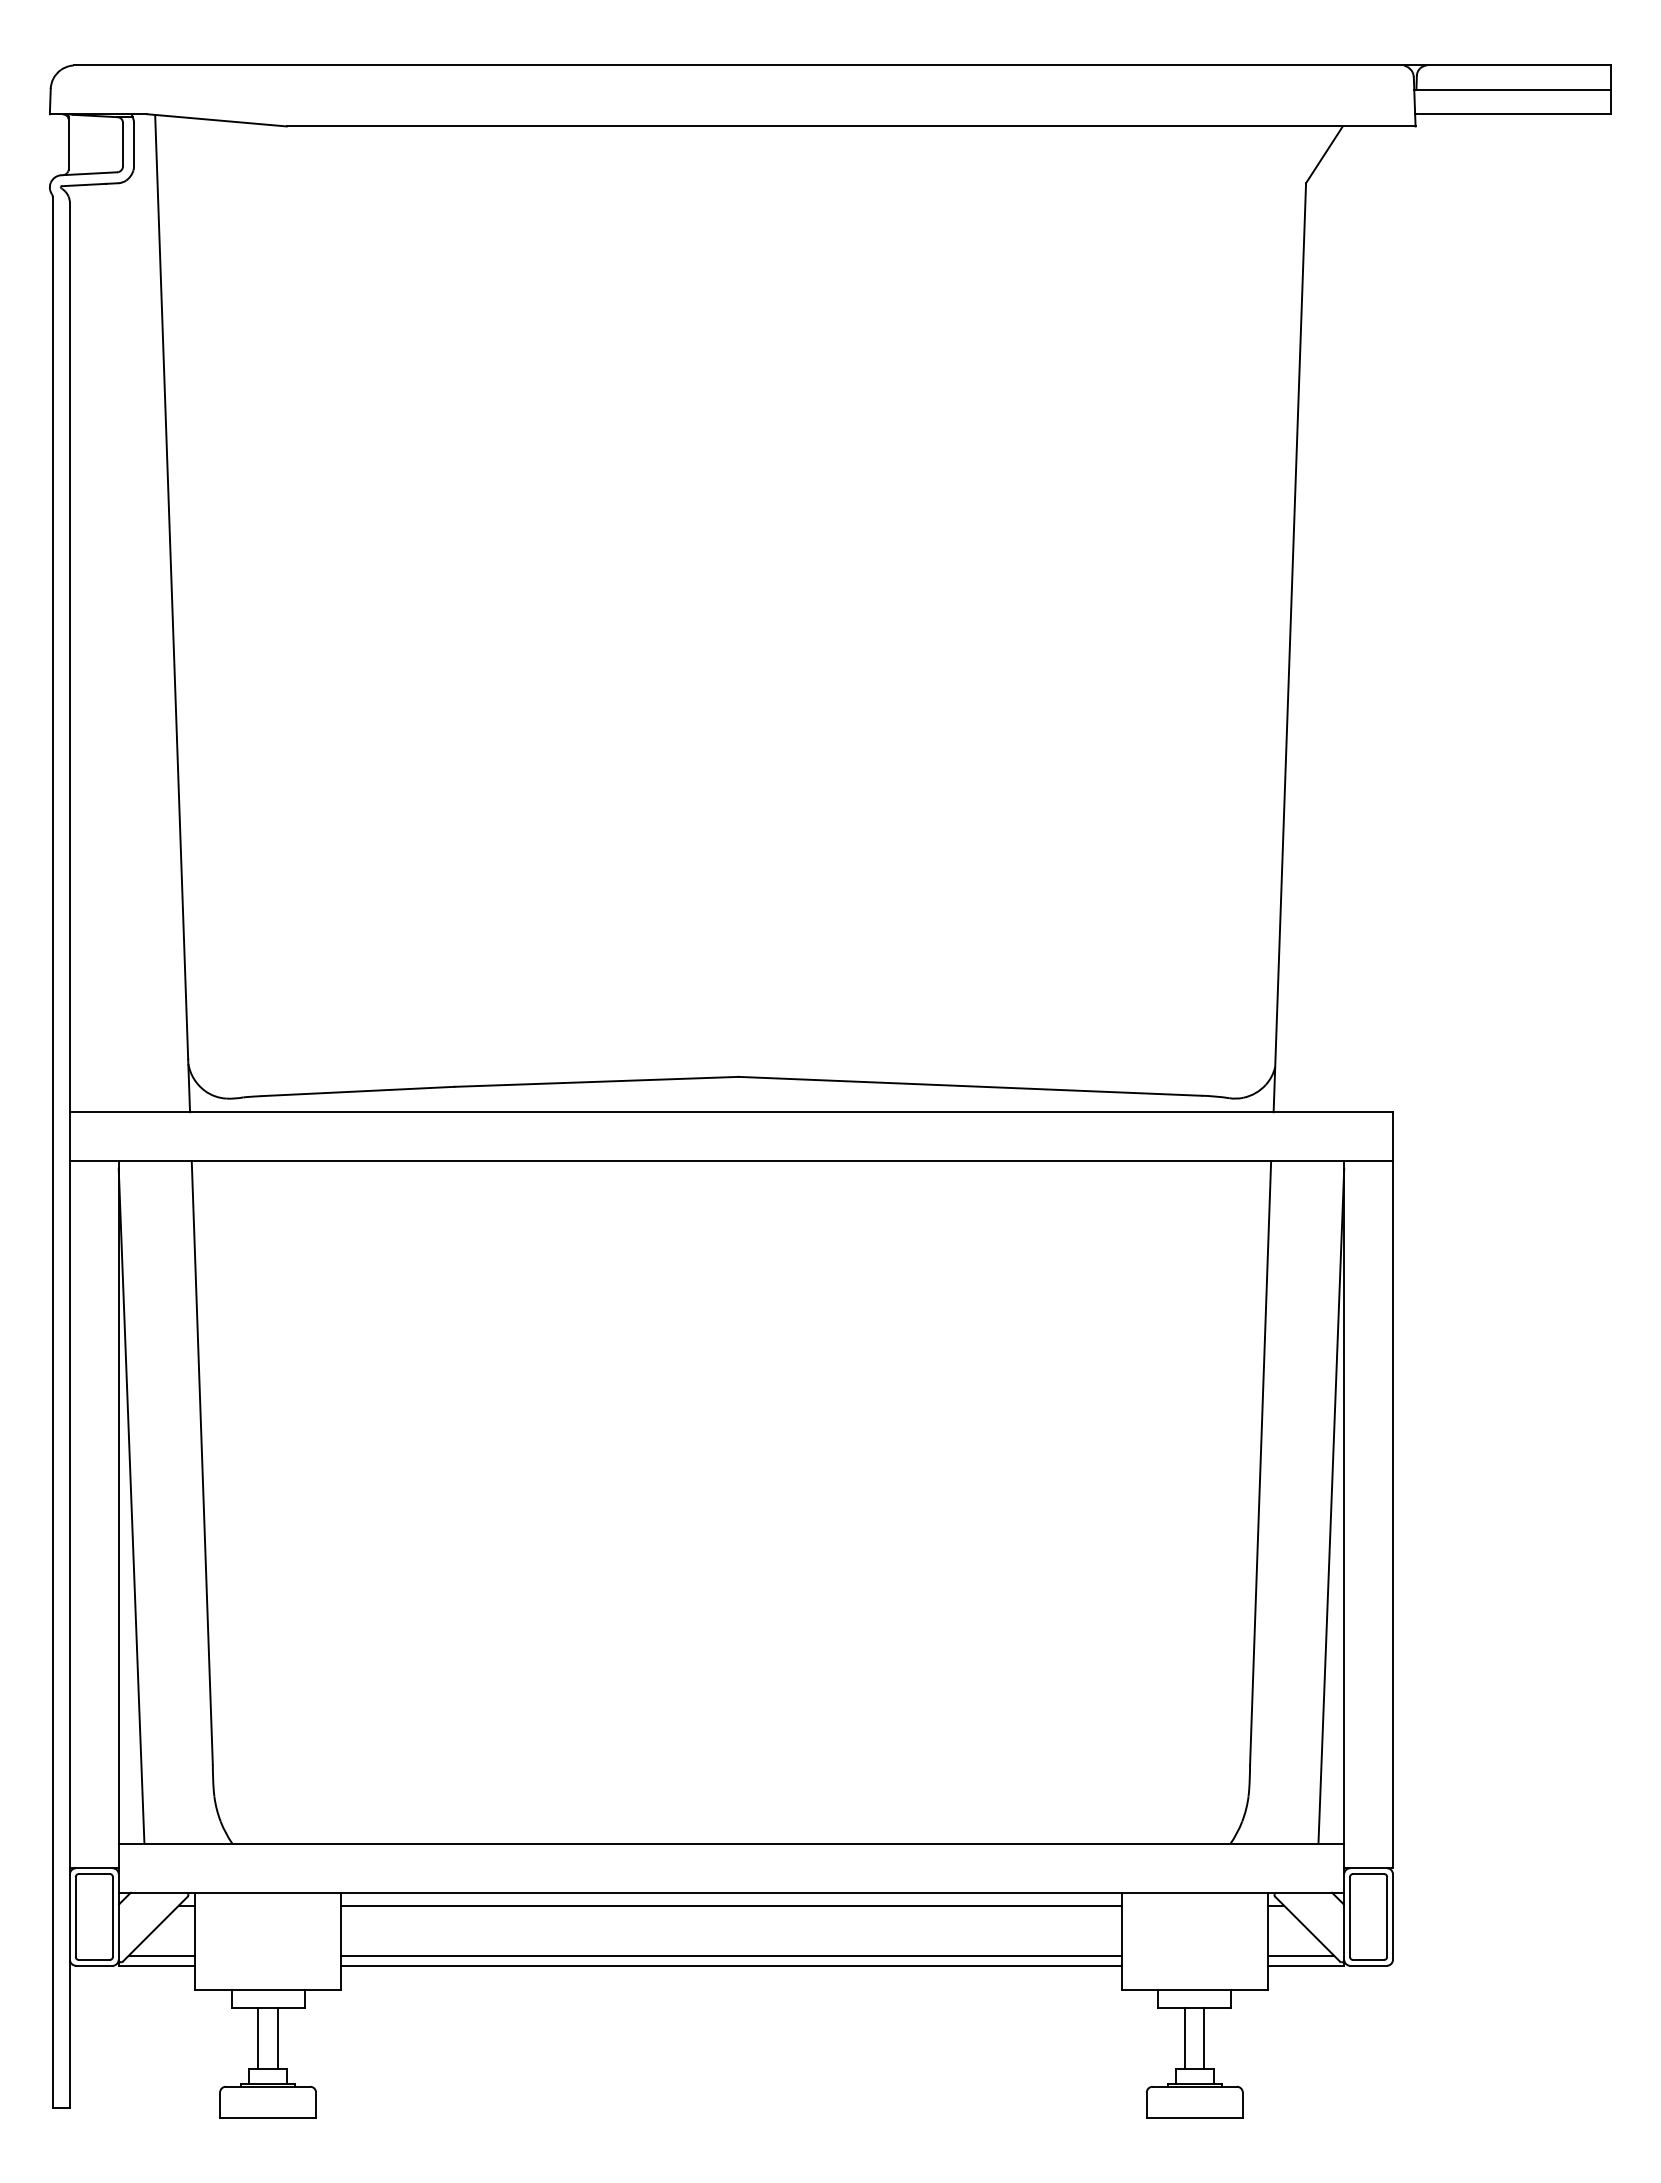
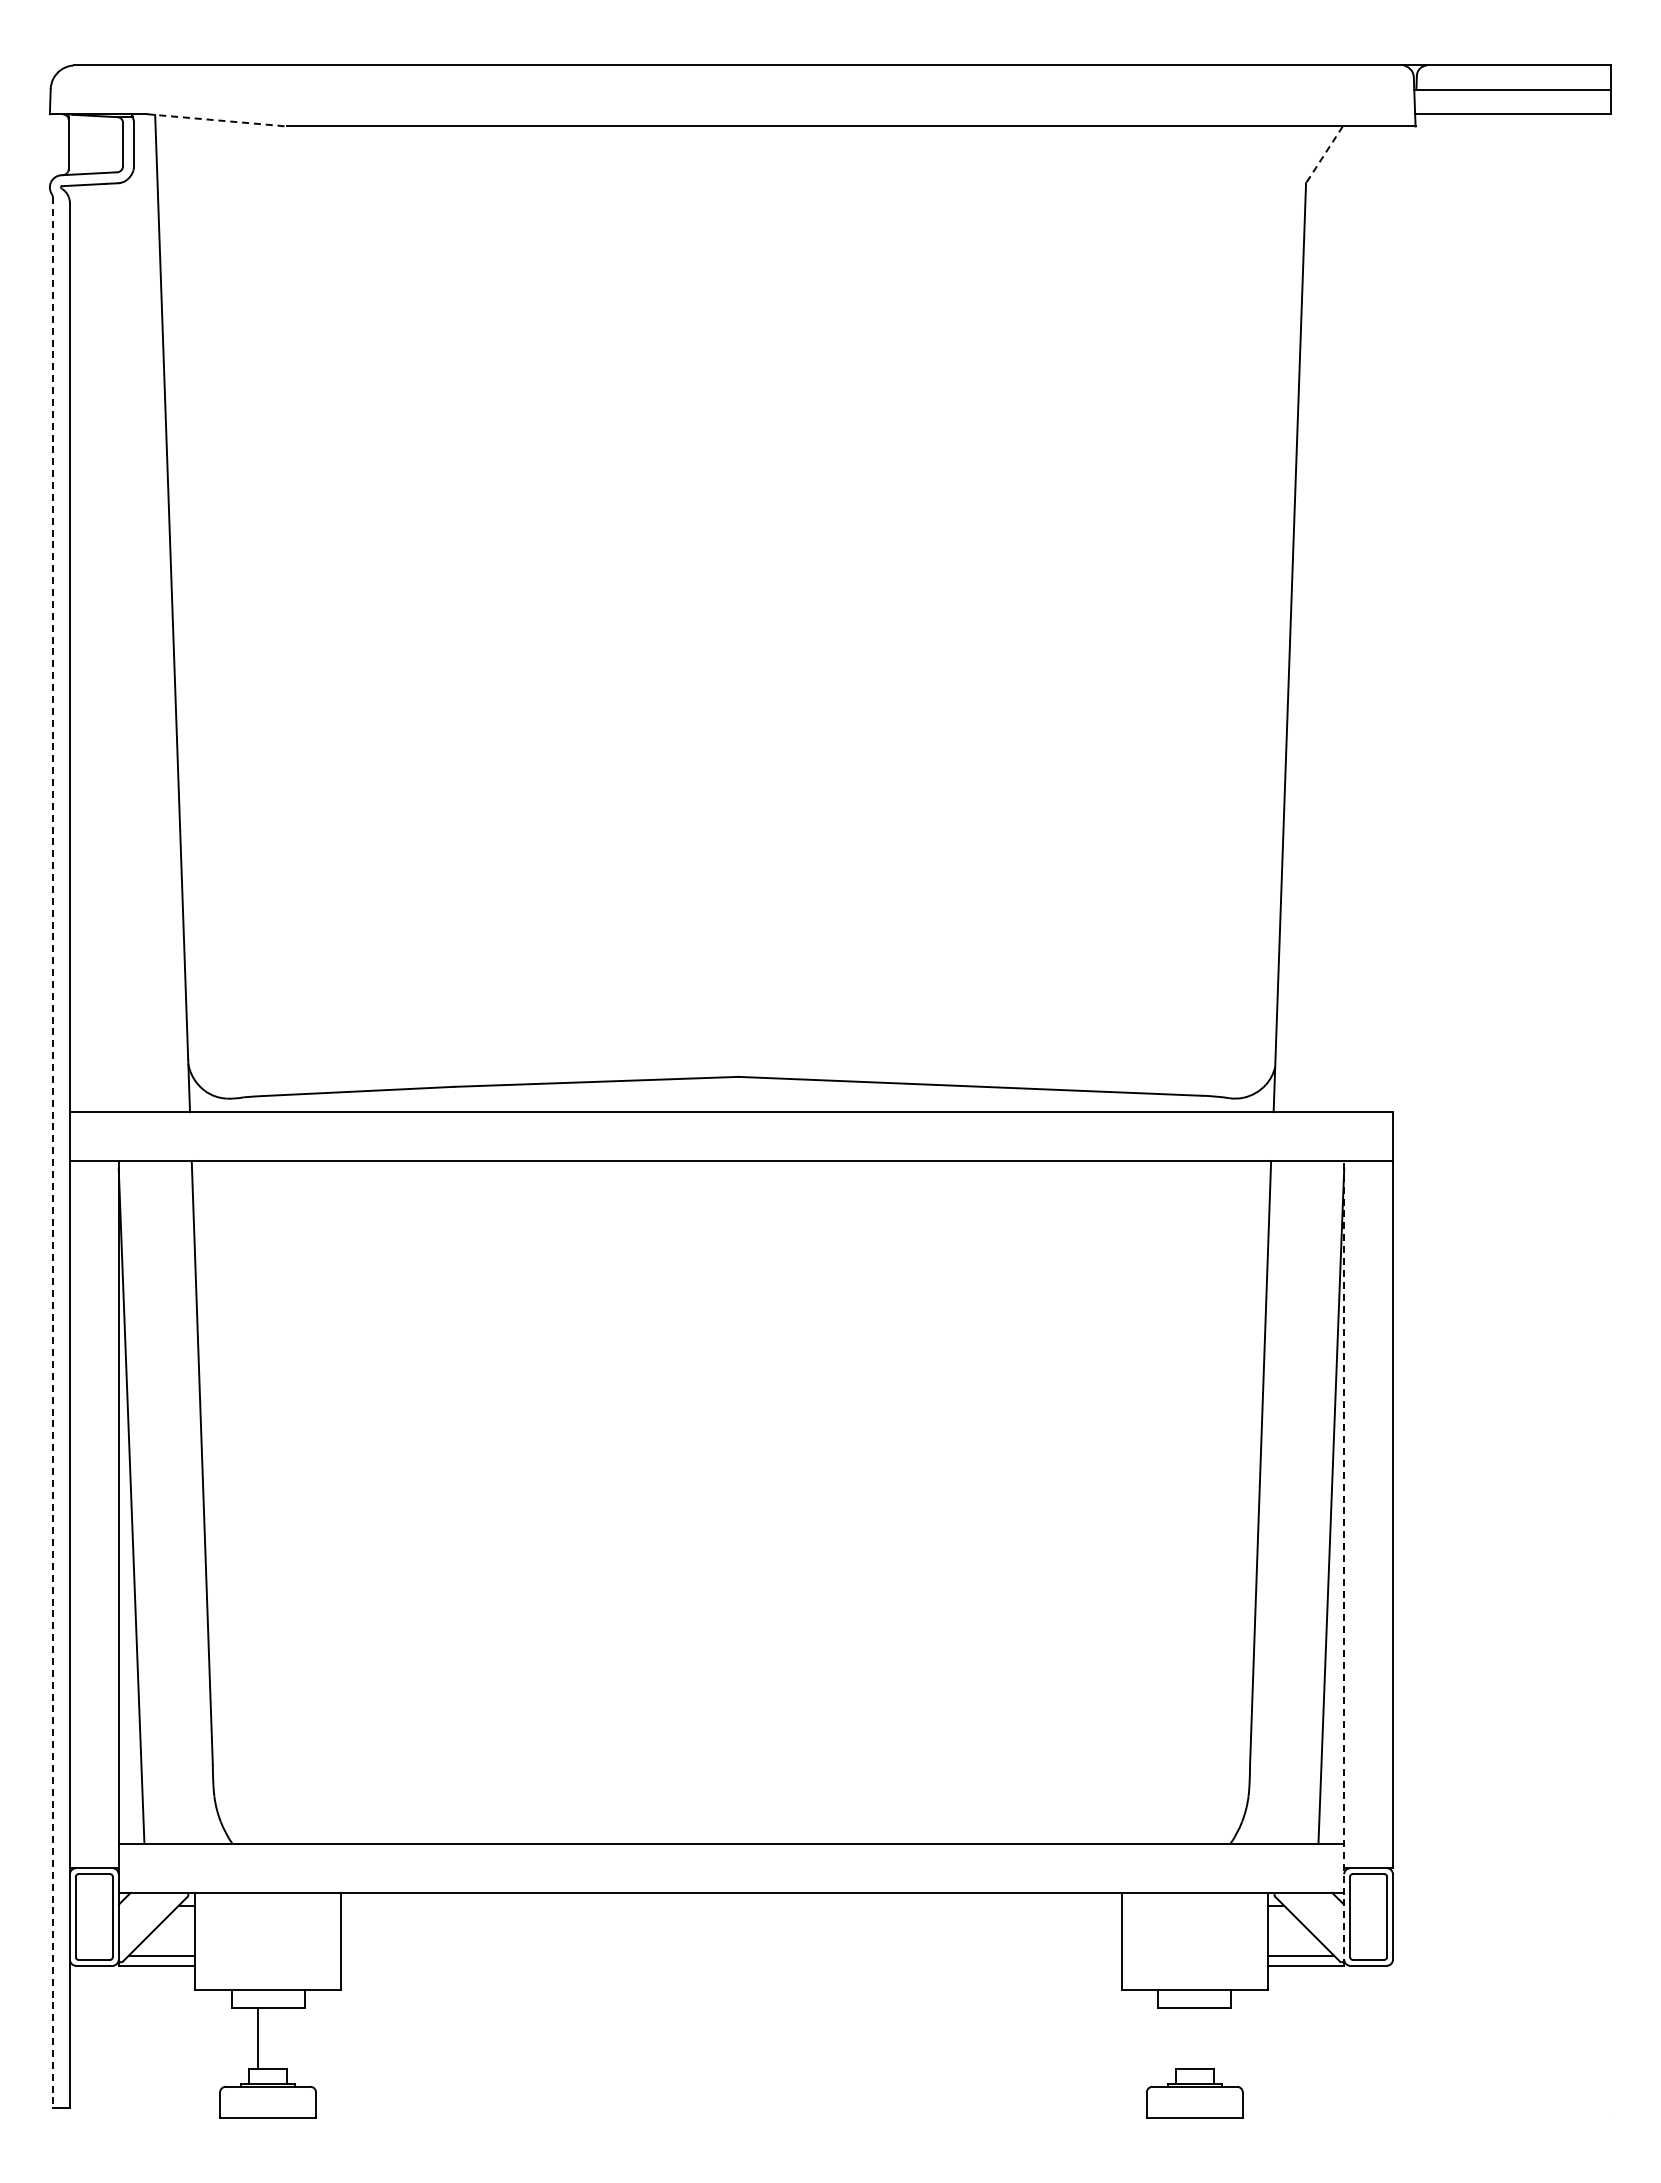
line at (217, 120): solid -> dashed
line at (1324, 154): solid -> dashed
line at (52, 1152): solid -> dashed
line at (1344, 1562): solid -> dashed
line at (731, 1905): present -> none
line at (731, 1955): present -> none
line at (731, 1965): present -> none
line at (277, 2038): present -> none
line at (1185, 2038): present -> none
line at (1204, 2038): present -> none
